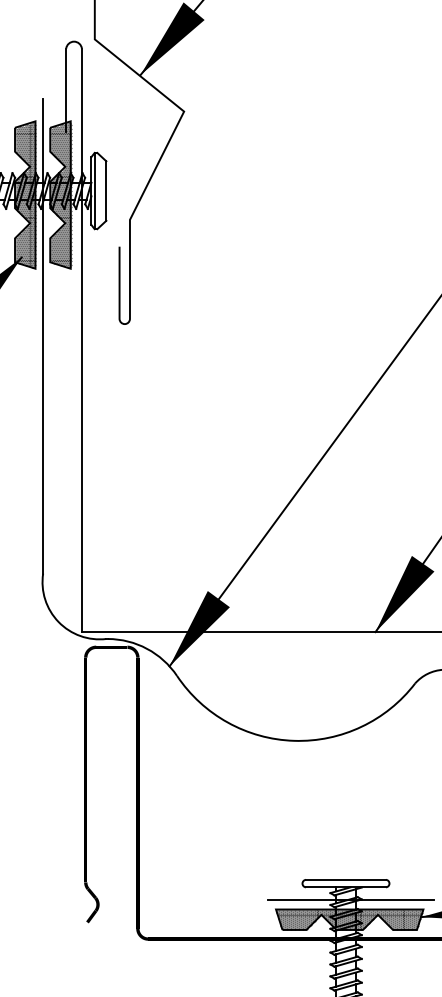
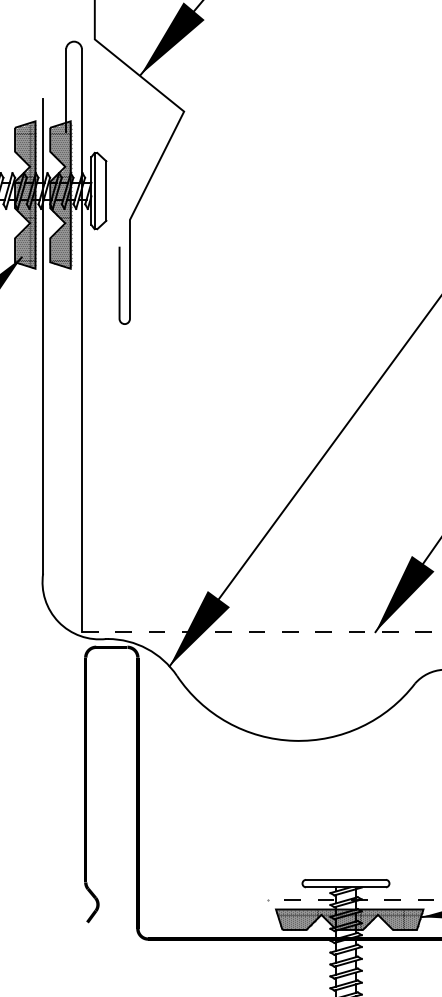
line at (261, 632): solid -> dashed
line at (350, 899): solid -> dashed
